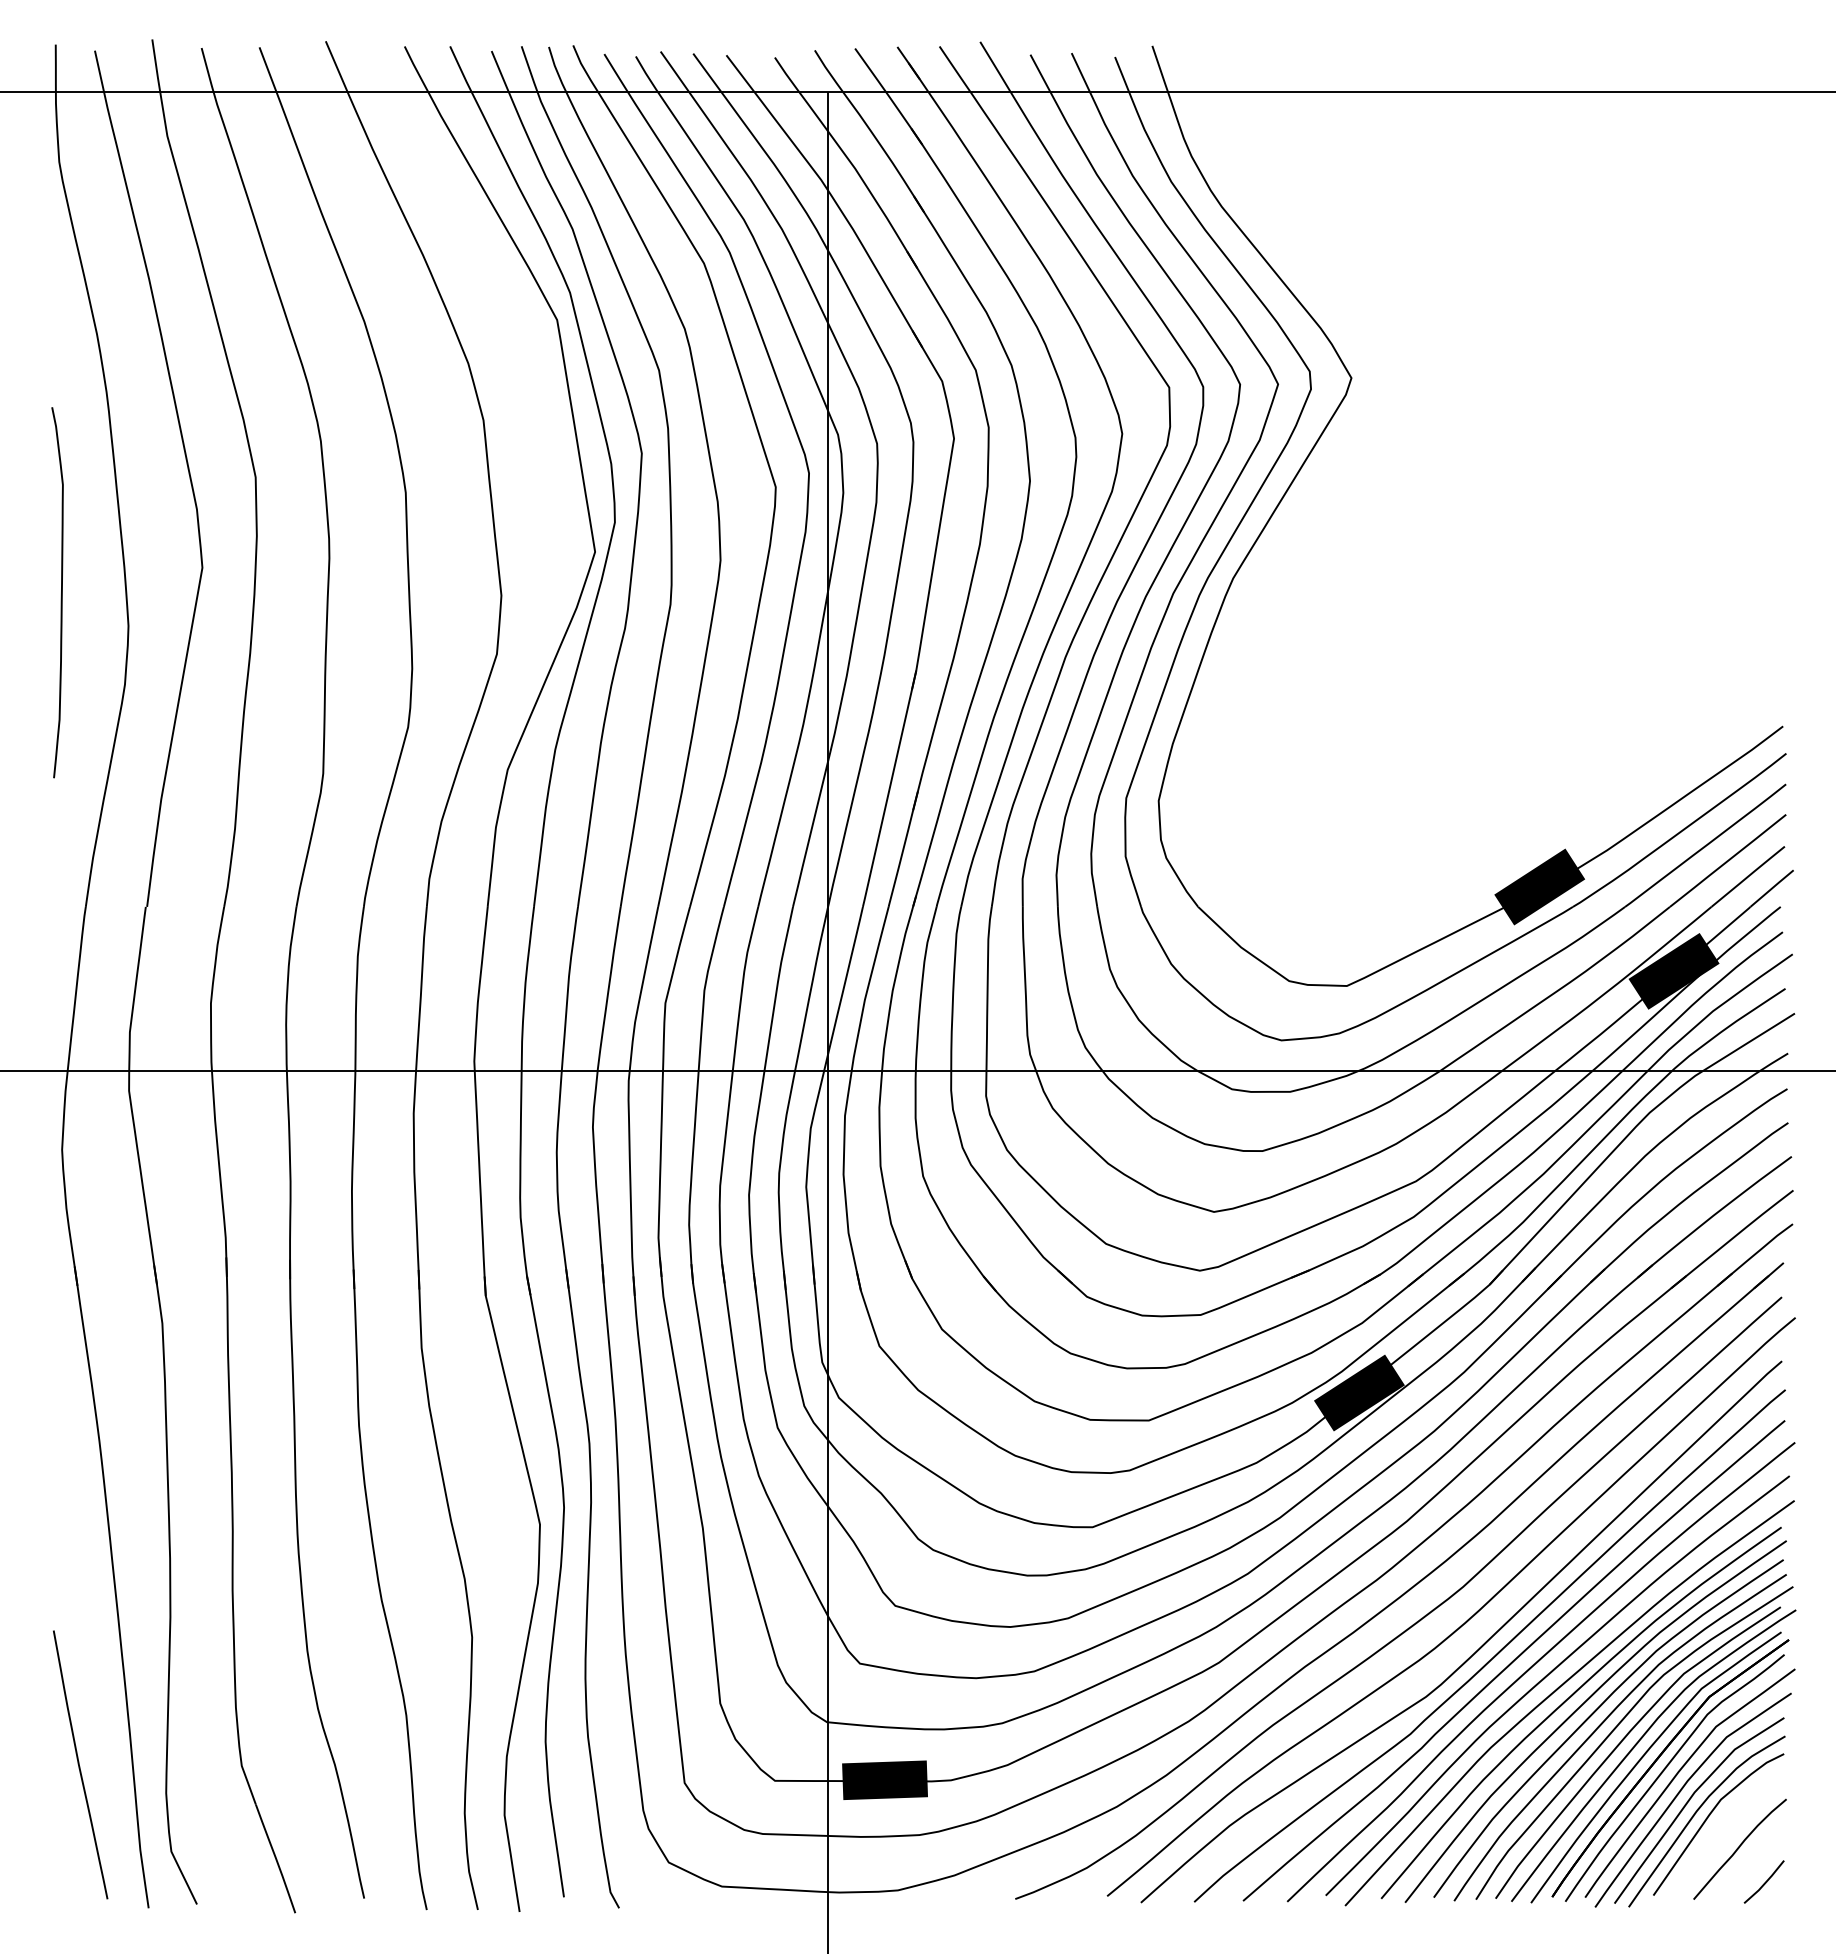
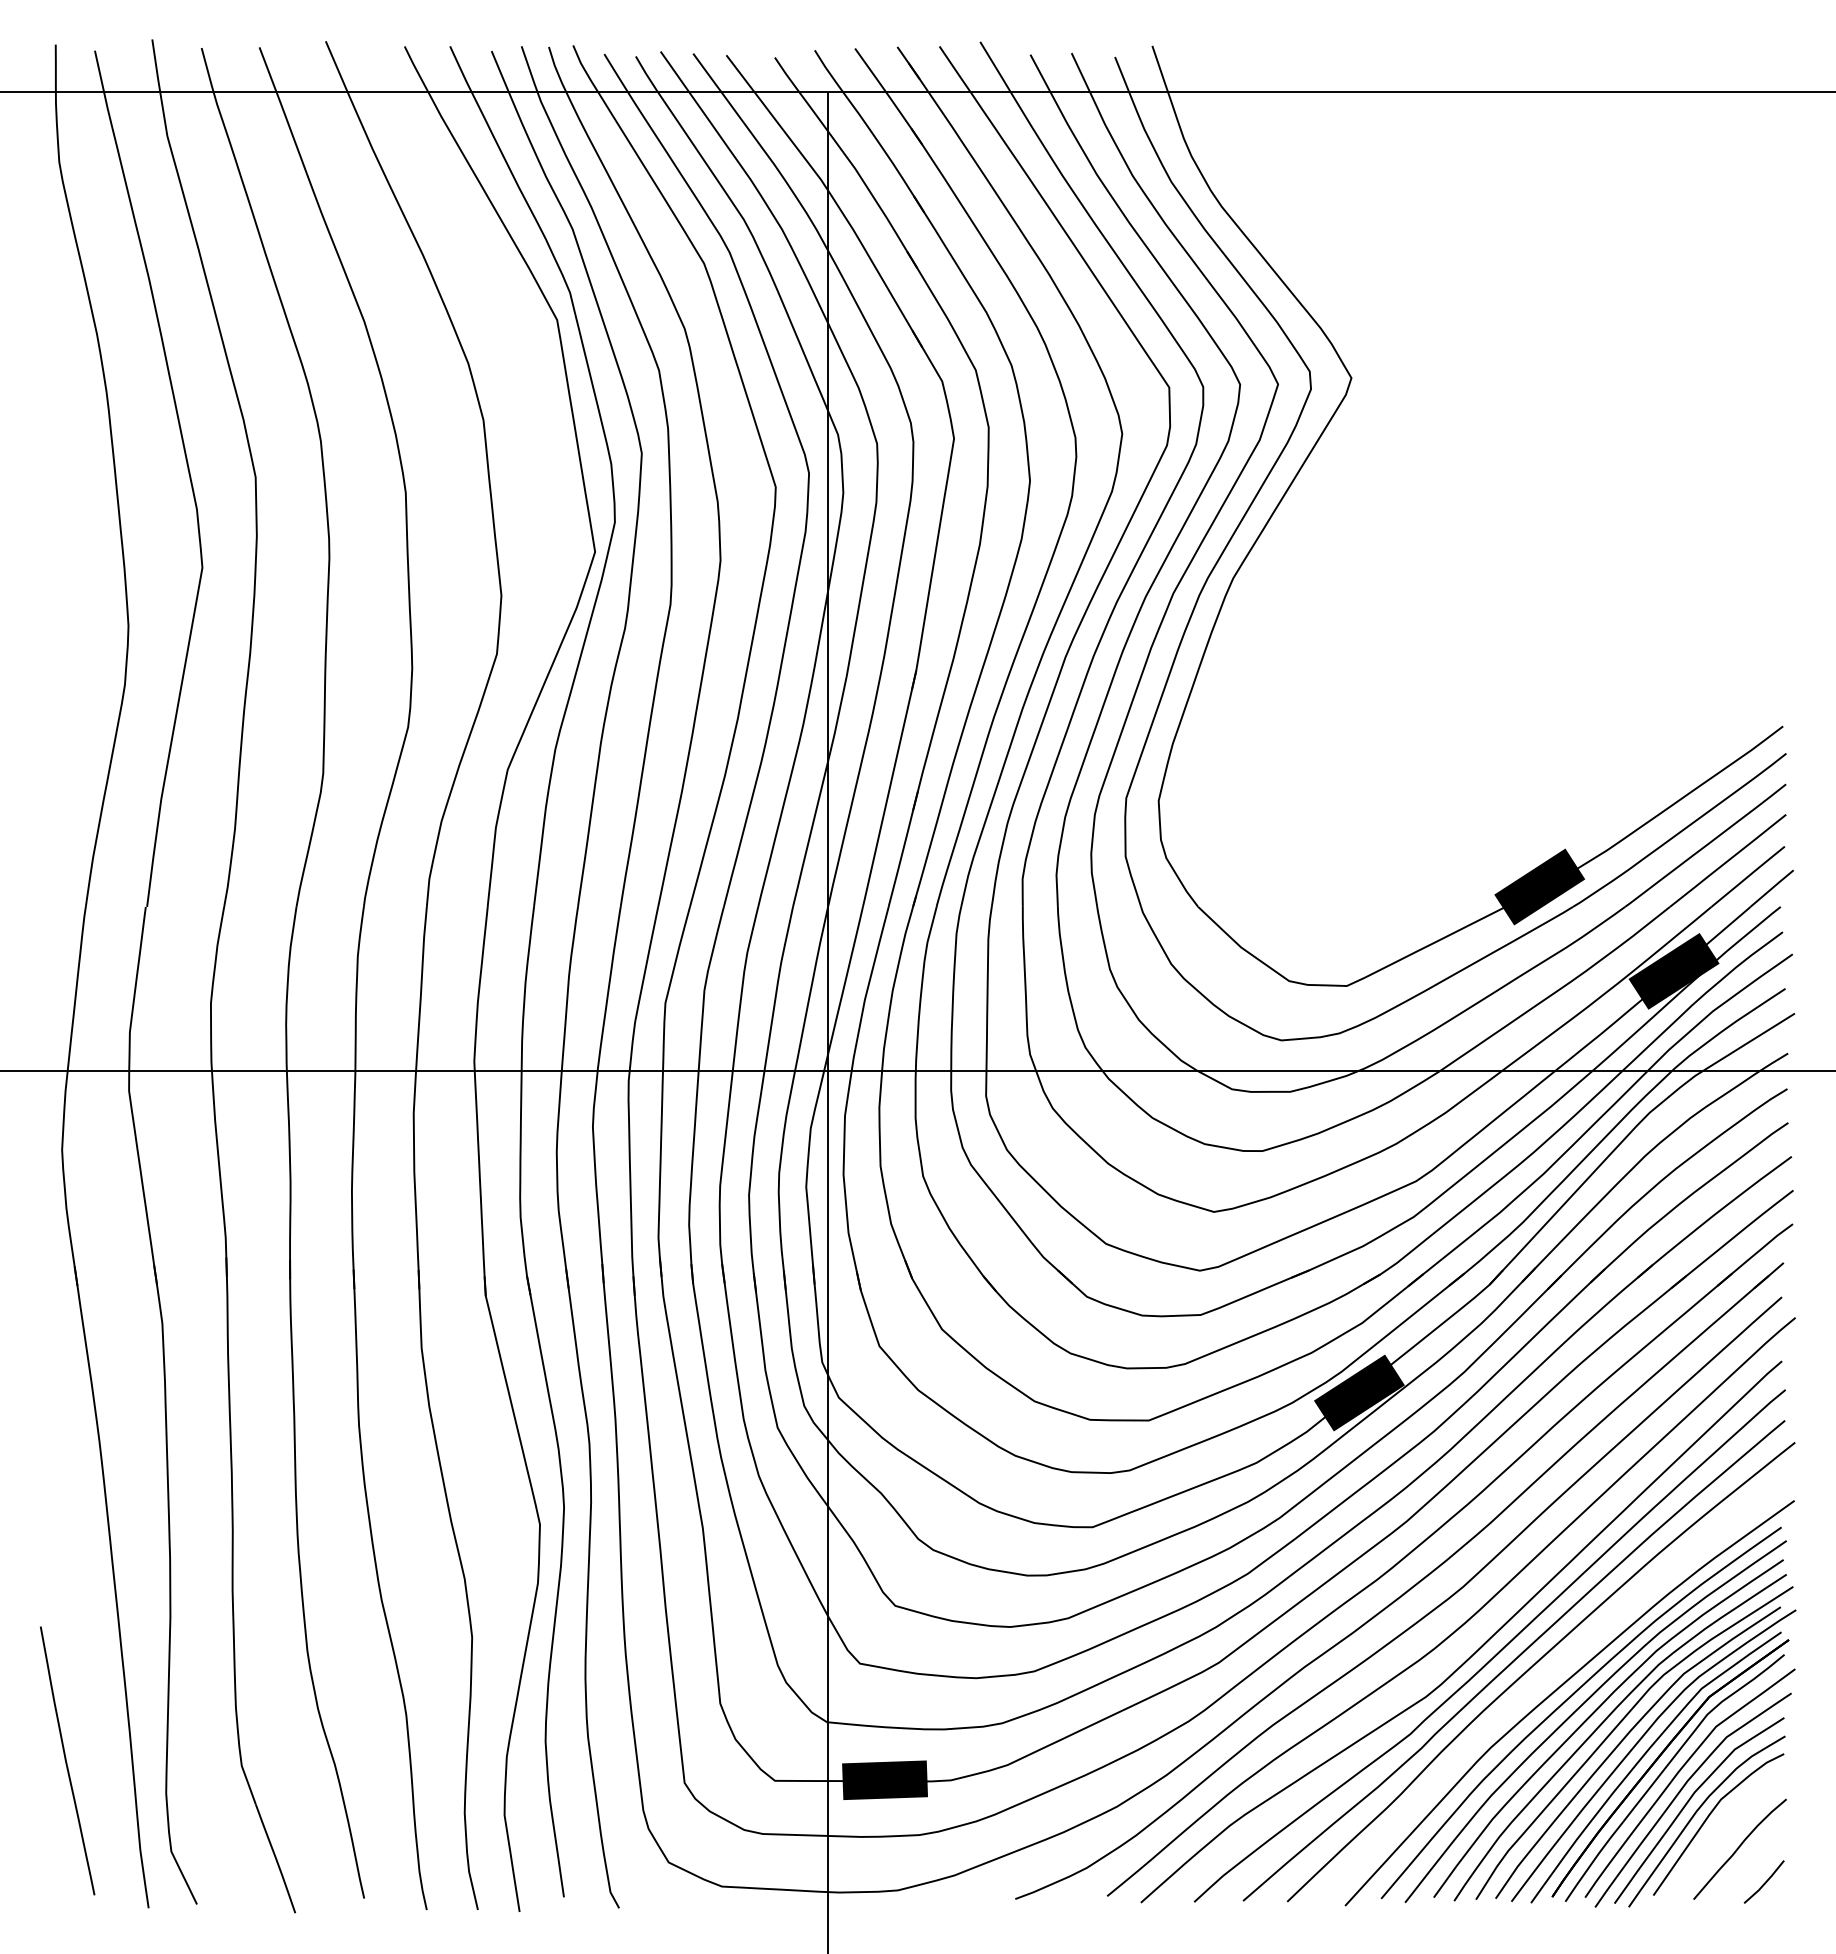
curve at (61, 592): present -> none
curve at (1551, 1673): present -> none
curve at (79, 1764) position: (79, 1764) -> (66, 1760)
